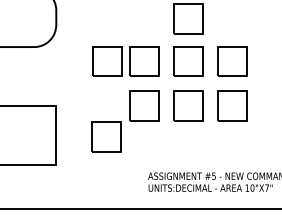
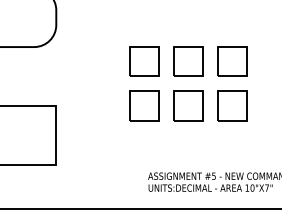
part at (188, 18): present -> none
part at (107, 61): present -> none
part at (106, 136): present -> none
